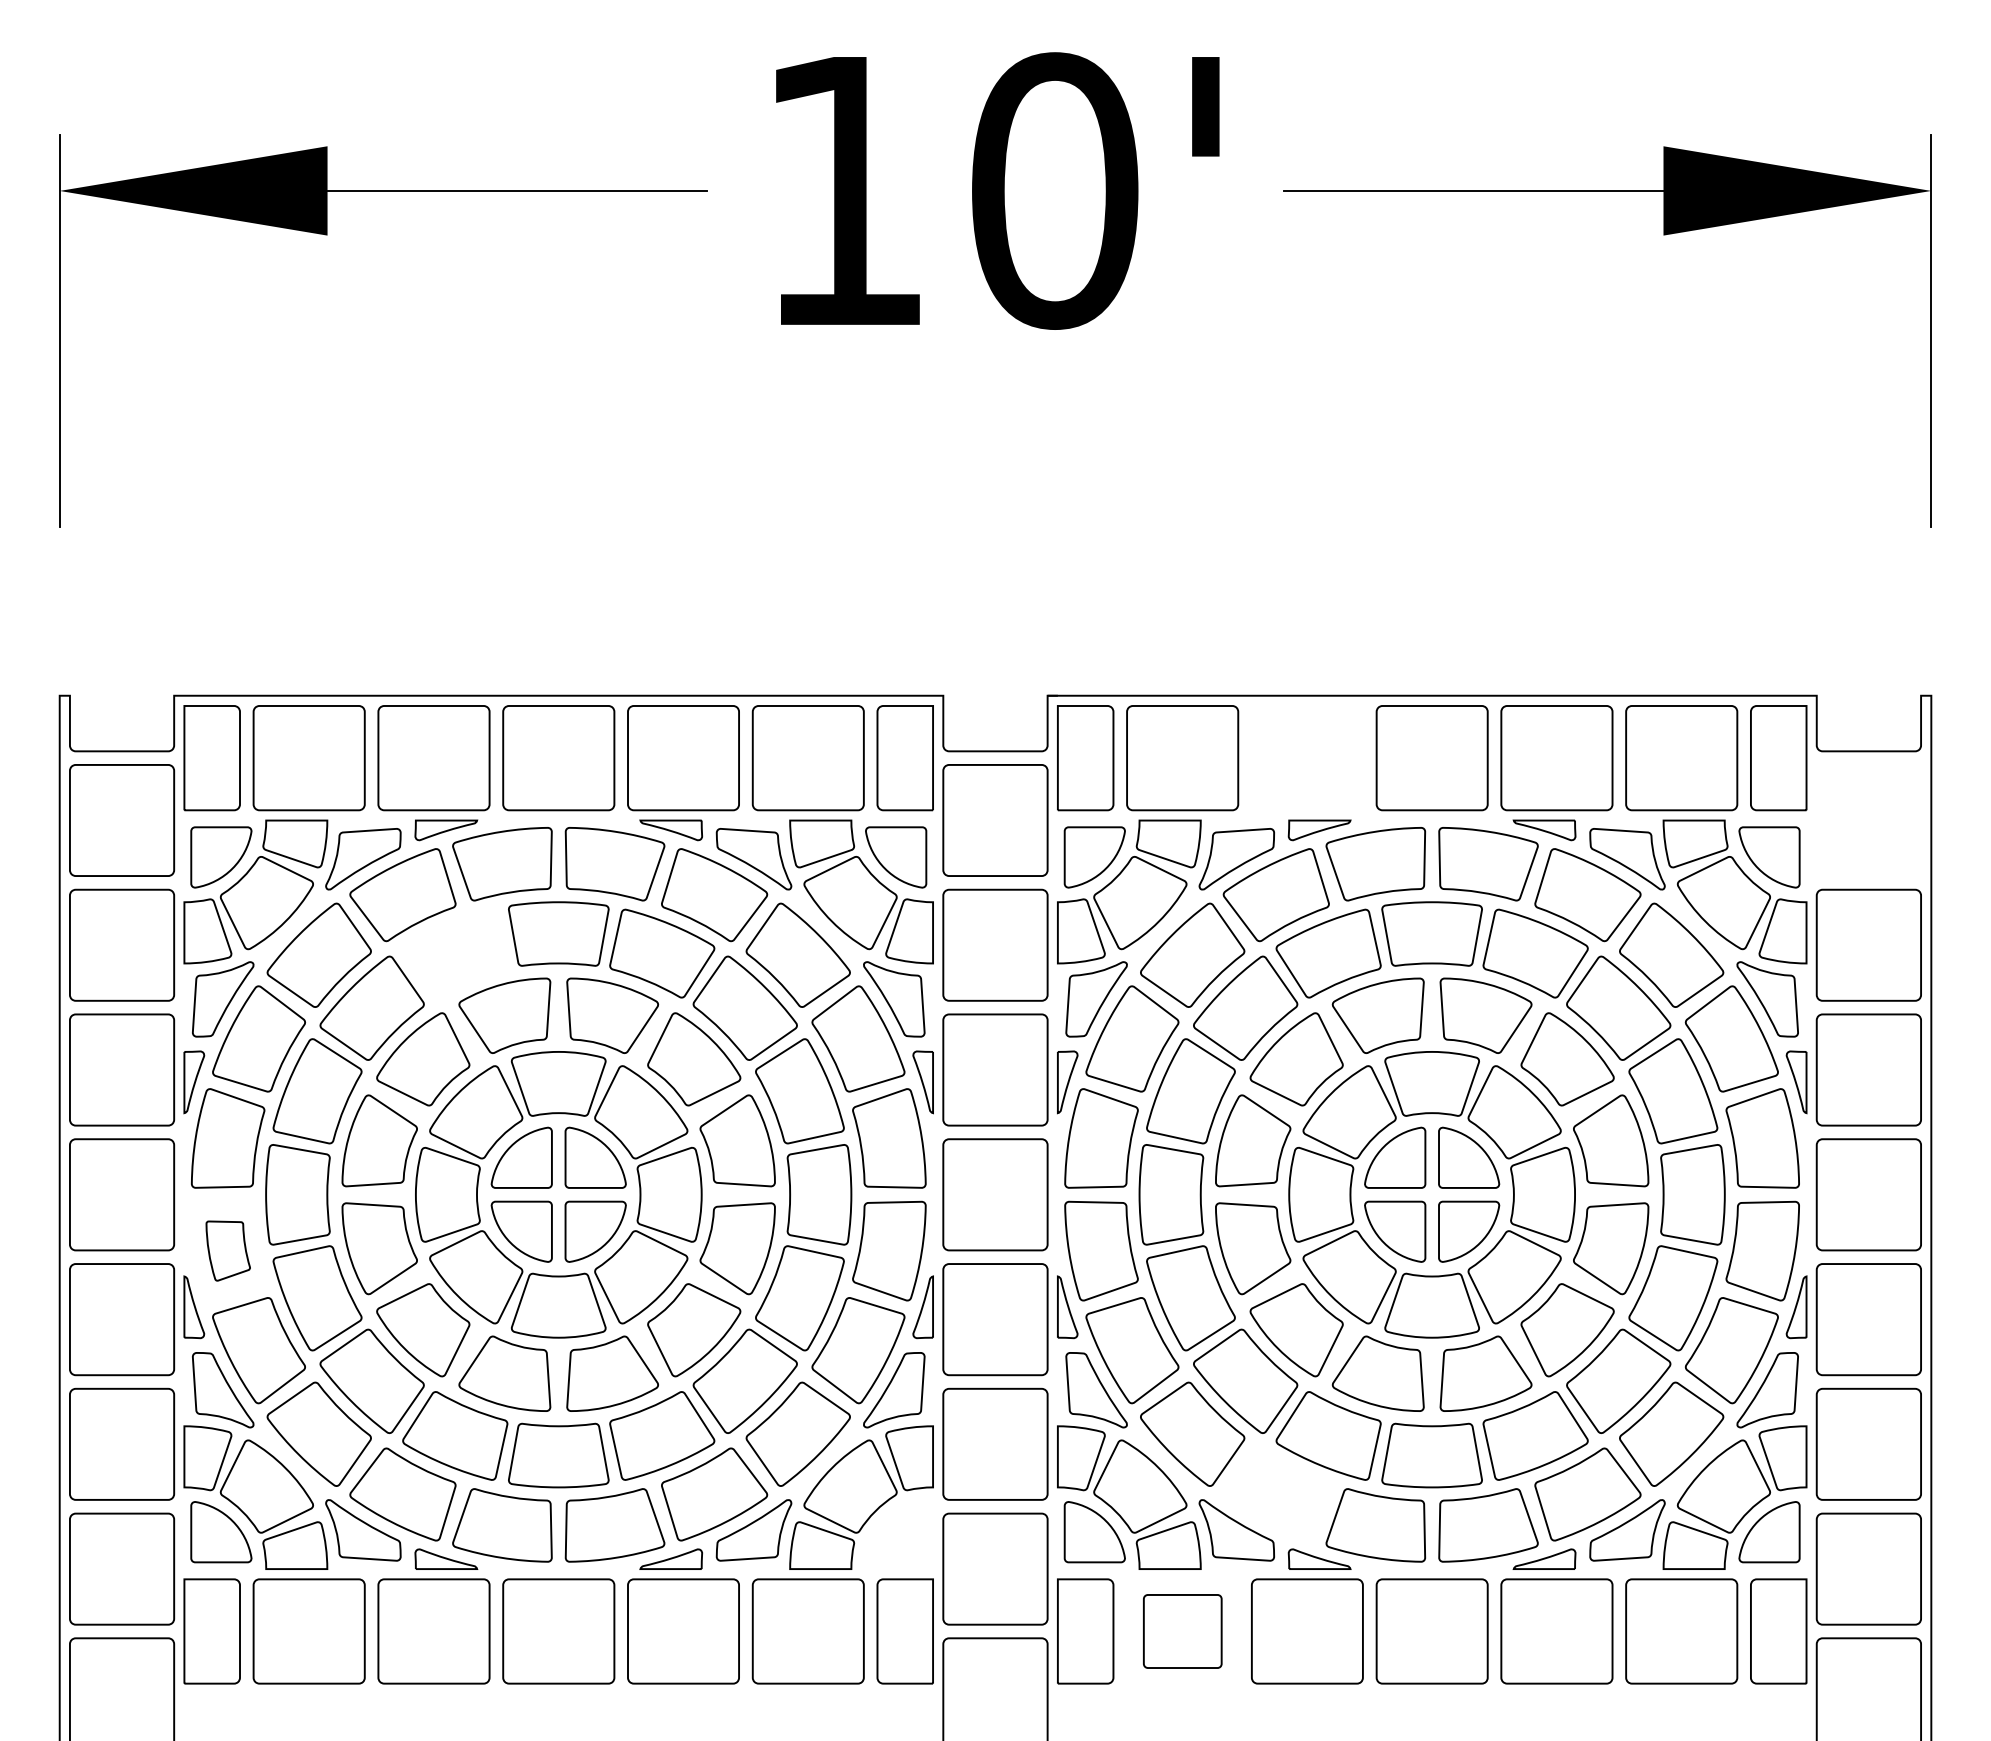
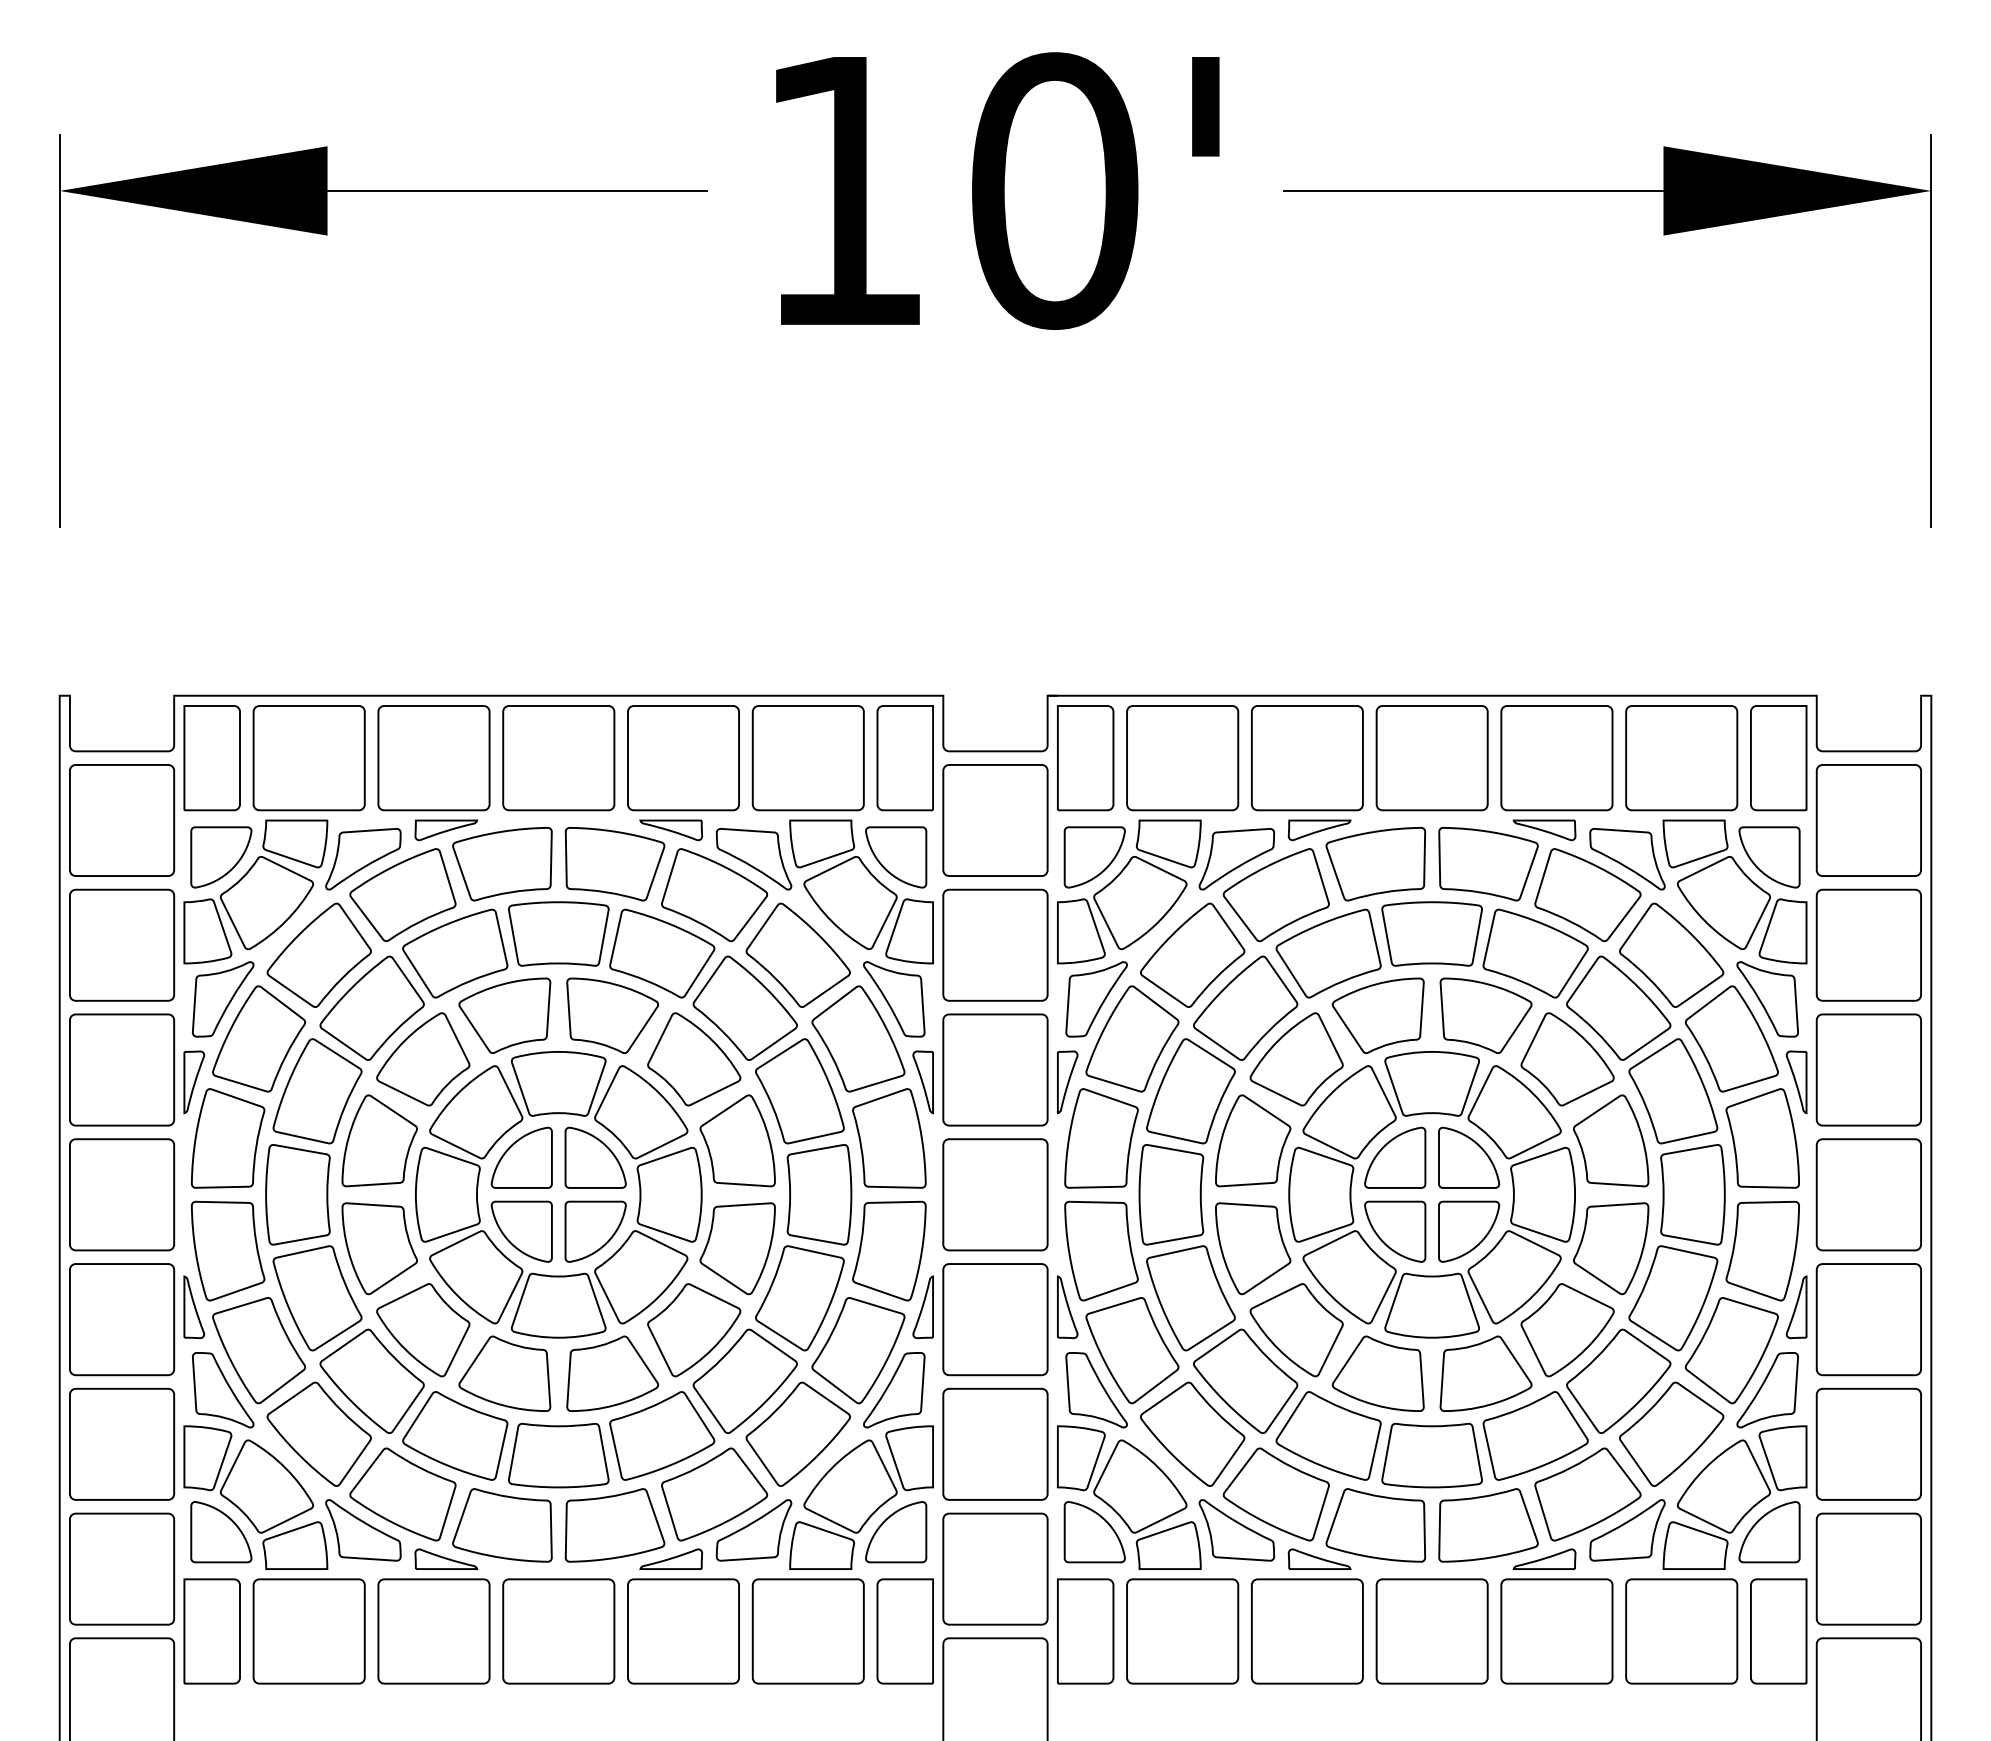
part at (1307, 758): none -> present
part at (1868, 820): none -> present
part at (455, 953): none -> present
part at (227, 1250) size: 46x62 px -> 75x102 px
part at (1275, 1494): none -> present
part at (896, 1532): none -> present
part at (1182, 1631) size: 80x75 px -> 114x107 px
